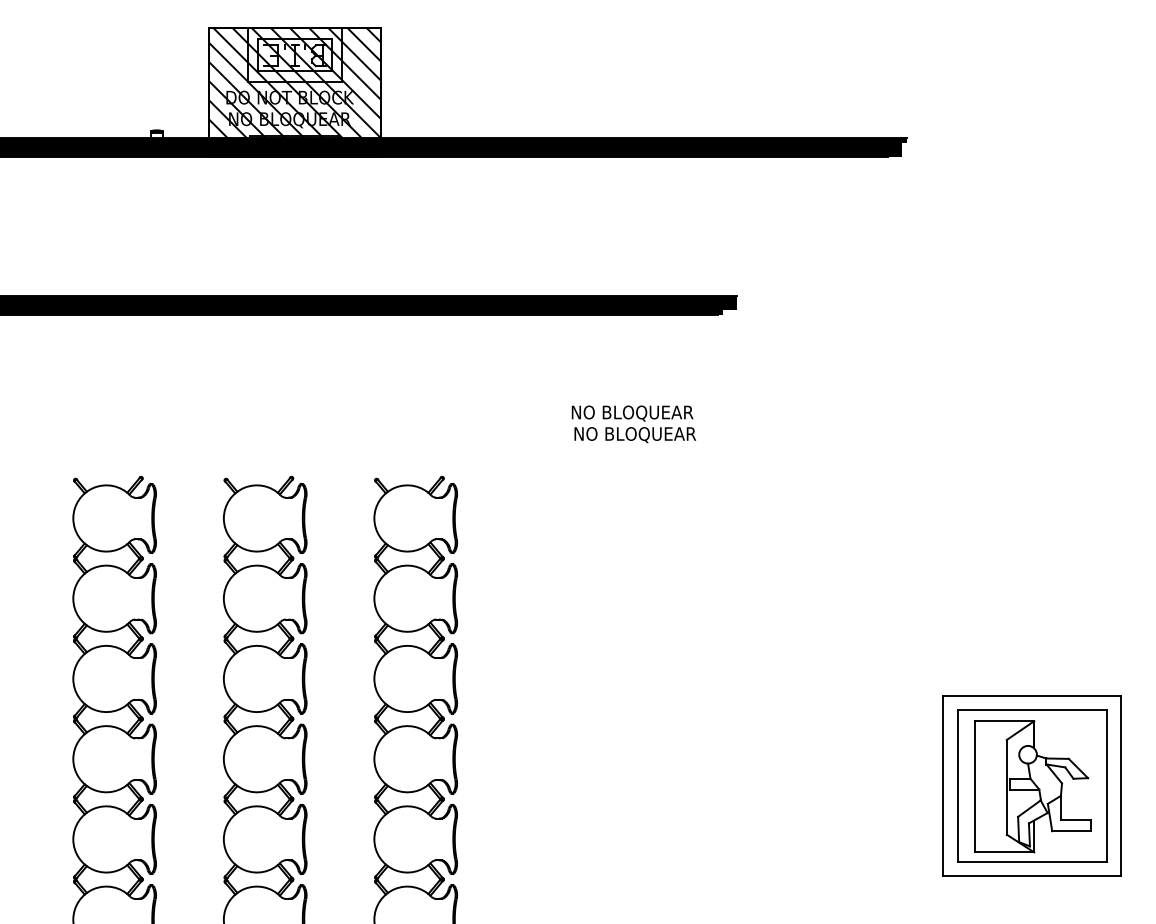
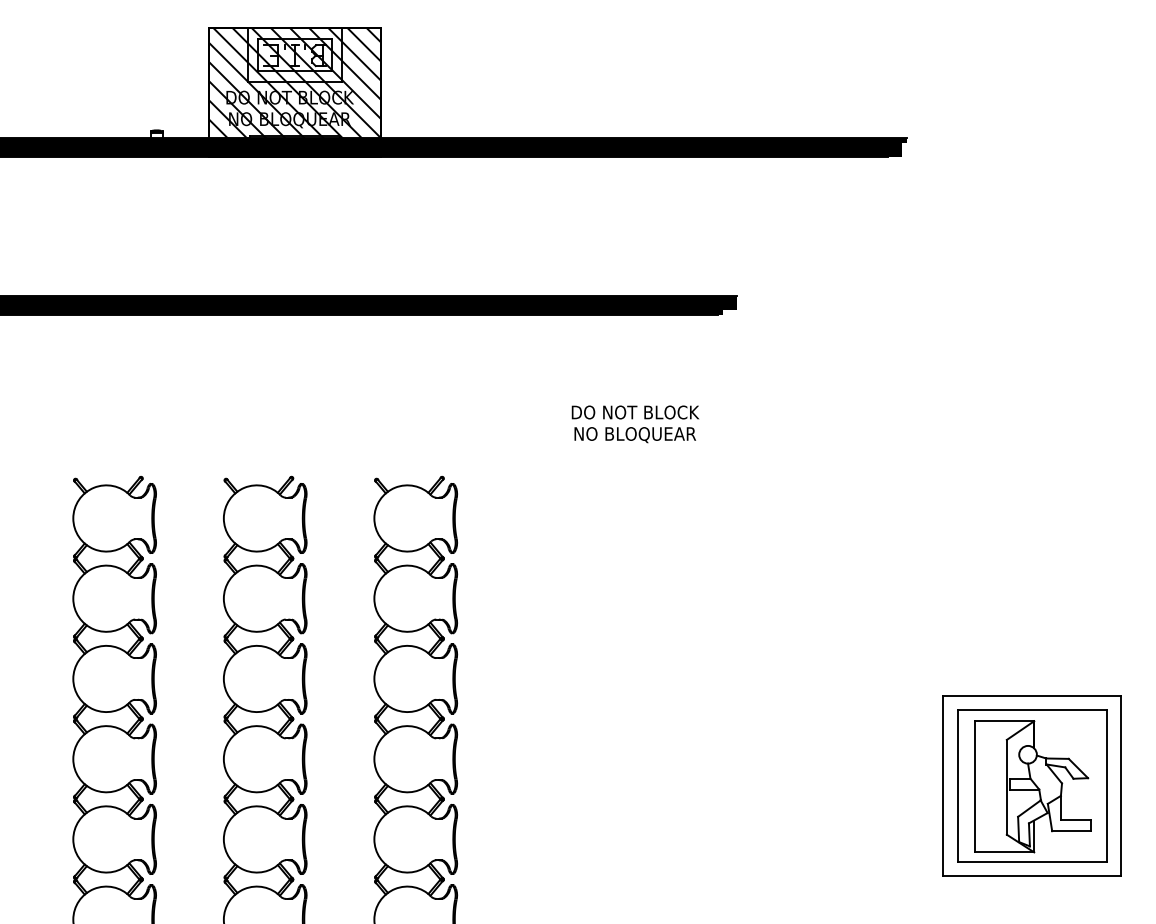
text at (636, 413): NO BLOQUEAR -> DO NOT BLOCK
